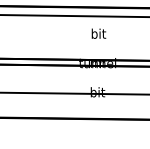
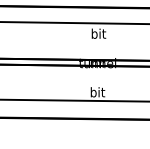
line at (74, 16) position: (74, 16) -> (74, 23)
line at (74, 93) position: (74, 93) -> (74, 100)
